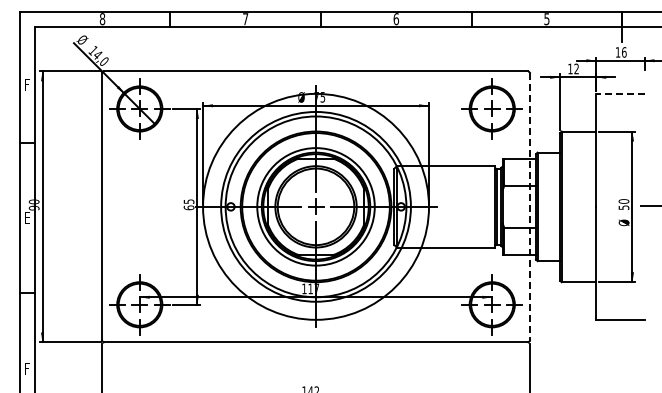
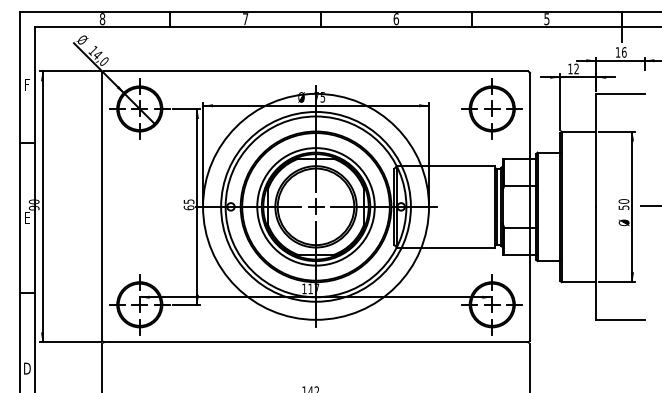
line at (619, 93): dashed -> solid
line at (529, 207): dashed -> solid
text at (27, 368): F -> D
